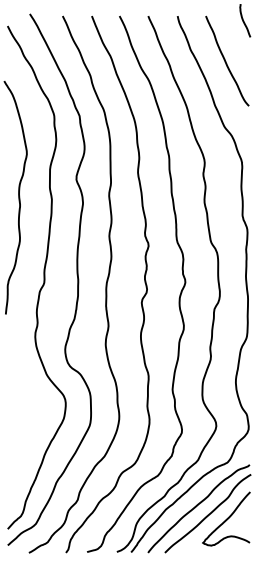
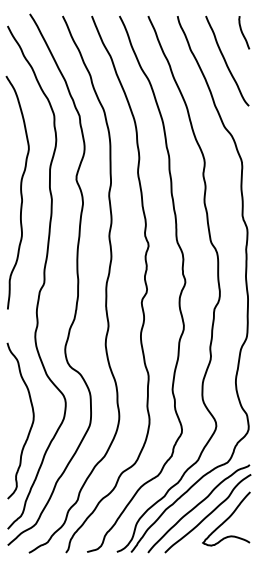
curve at (244, 20) position: (244, 20) -> (243, 32)
curve at (18, 197) position: (18, 197) -> (20, 192)
curve at (31, 423): none -> present
